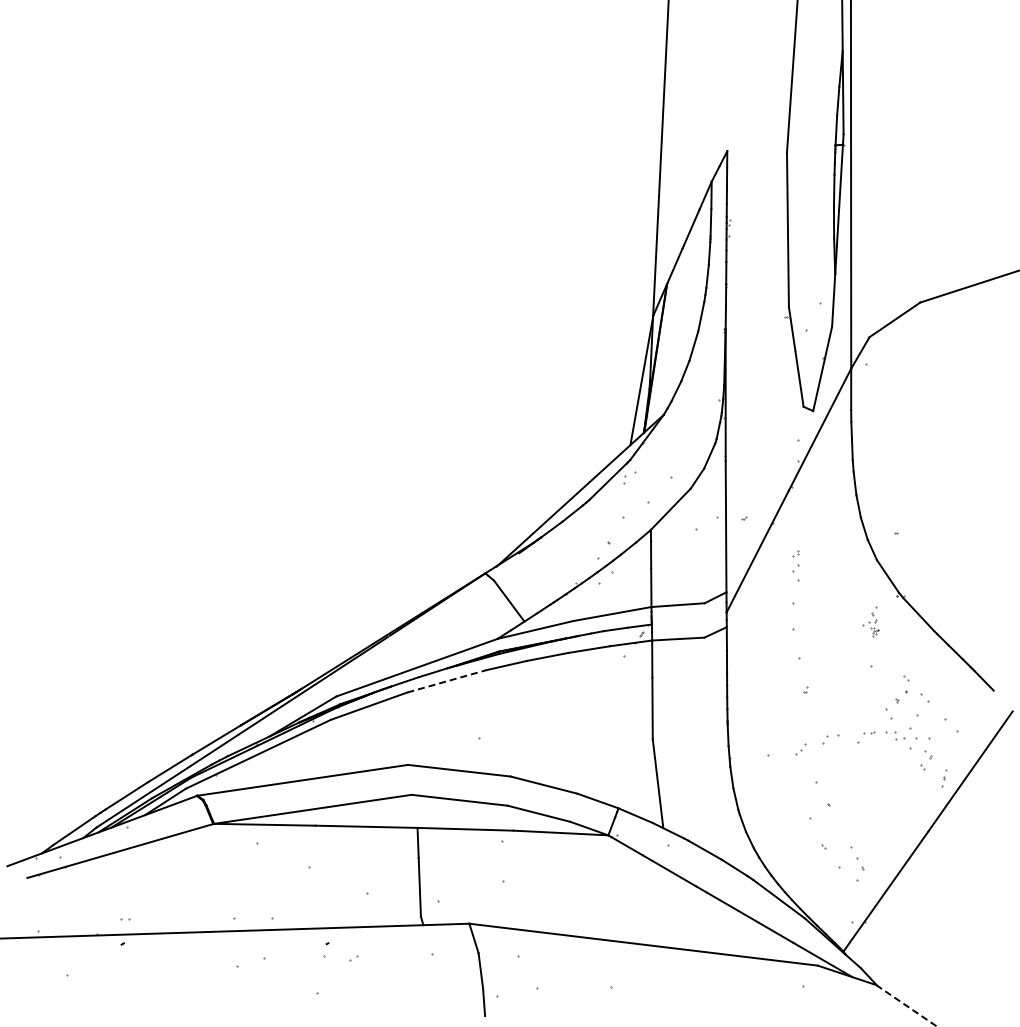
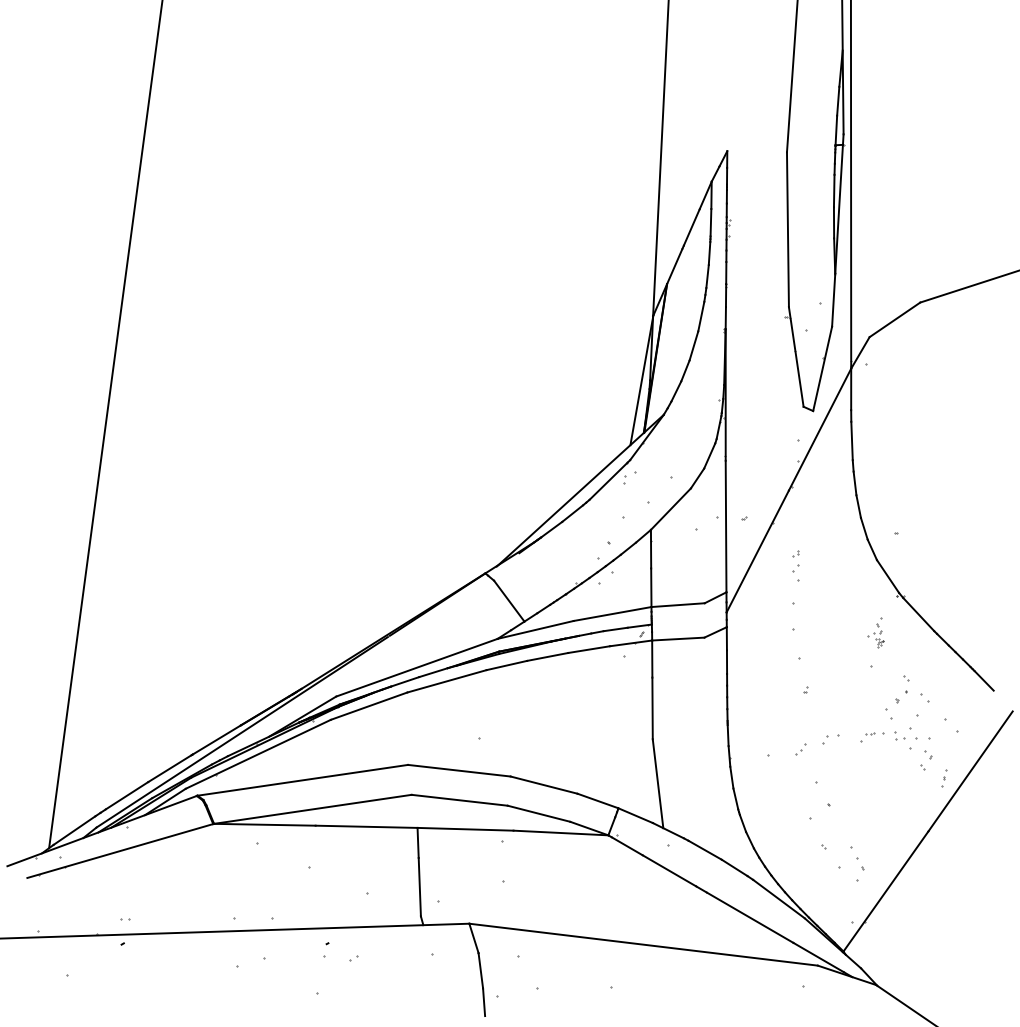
line at (105, 425): none -> present
part at (870, 621) position: (870, 621) -> (875, 632)
line at (447, 681): dashed -> solid
part at (872, 737) size: 31x13 px -> 25x11 px
line at (906, 1005): dashed -> solid
